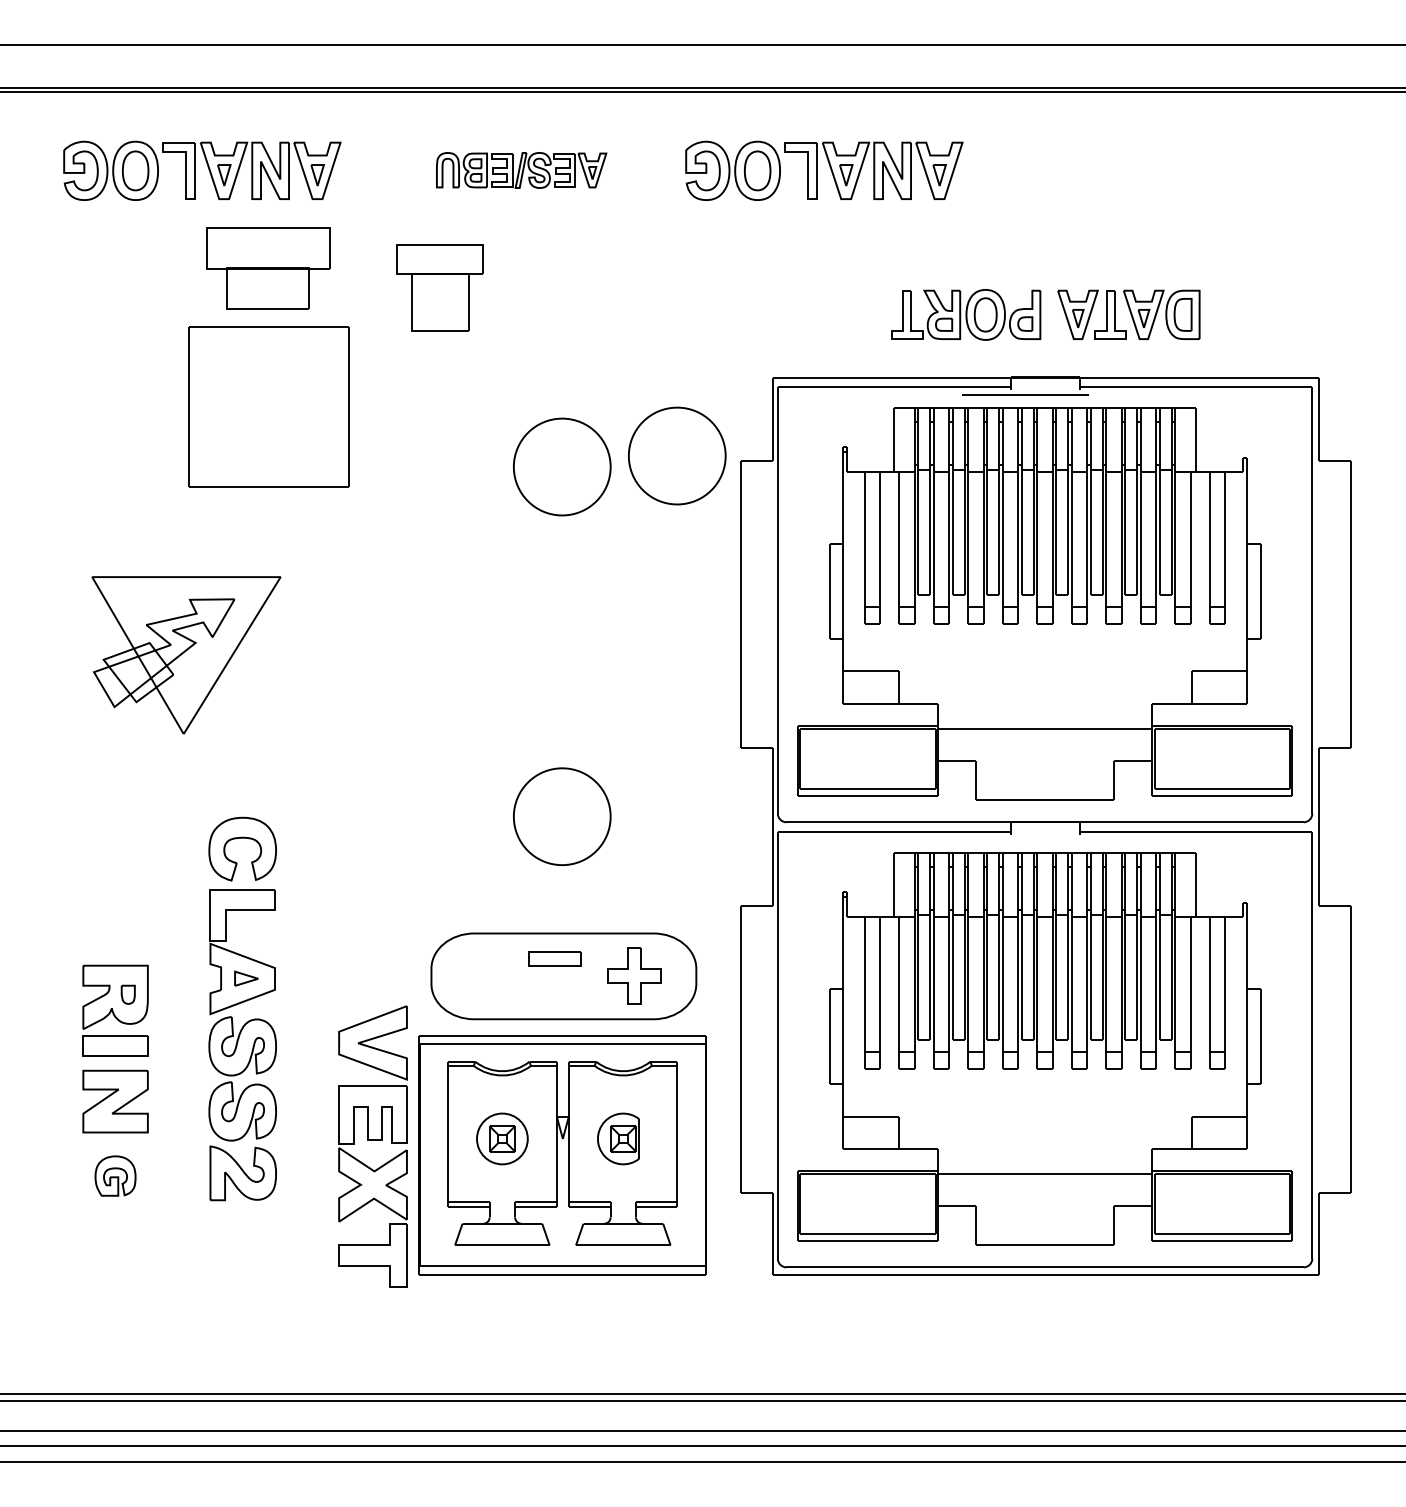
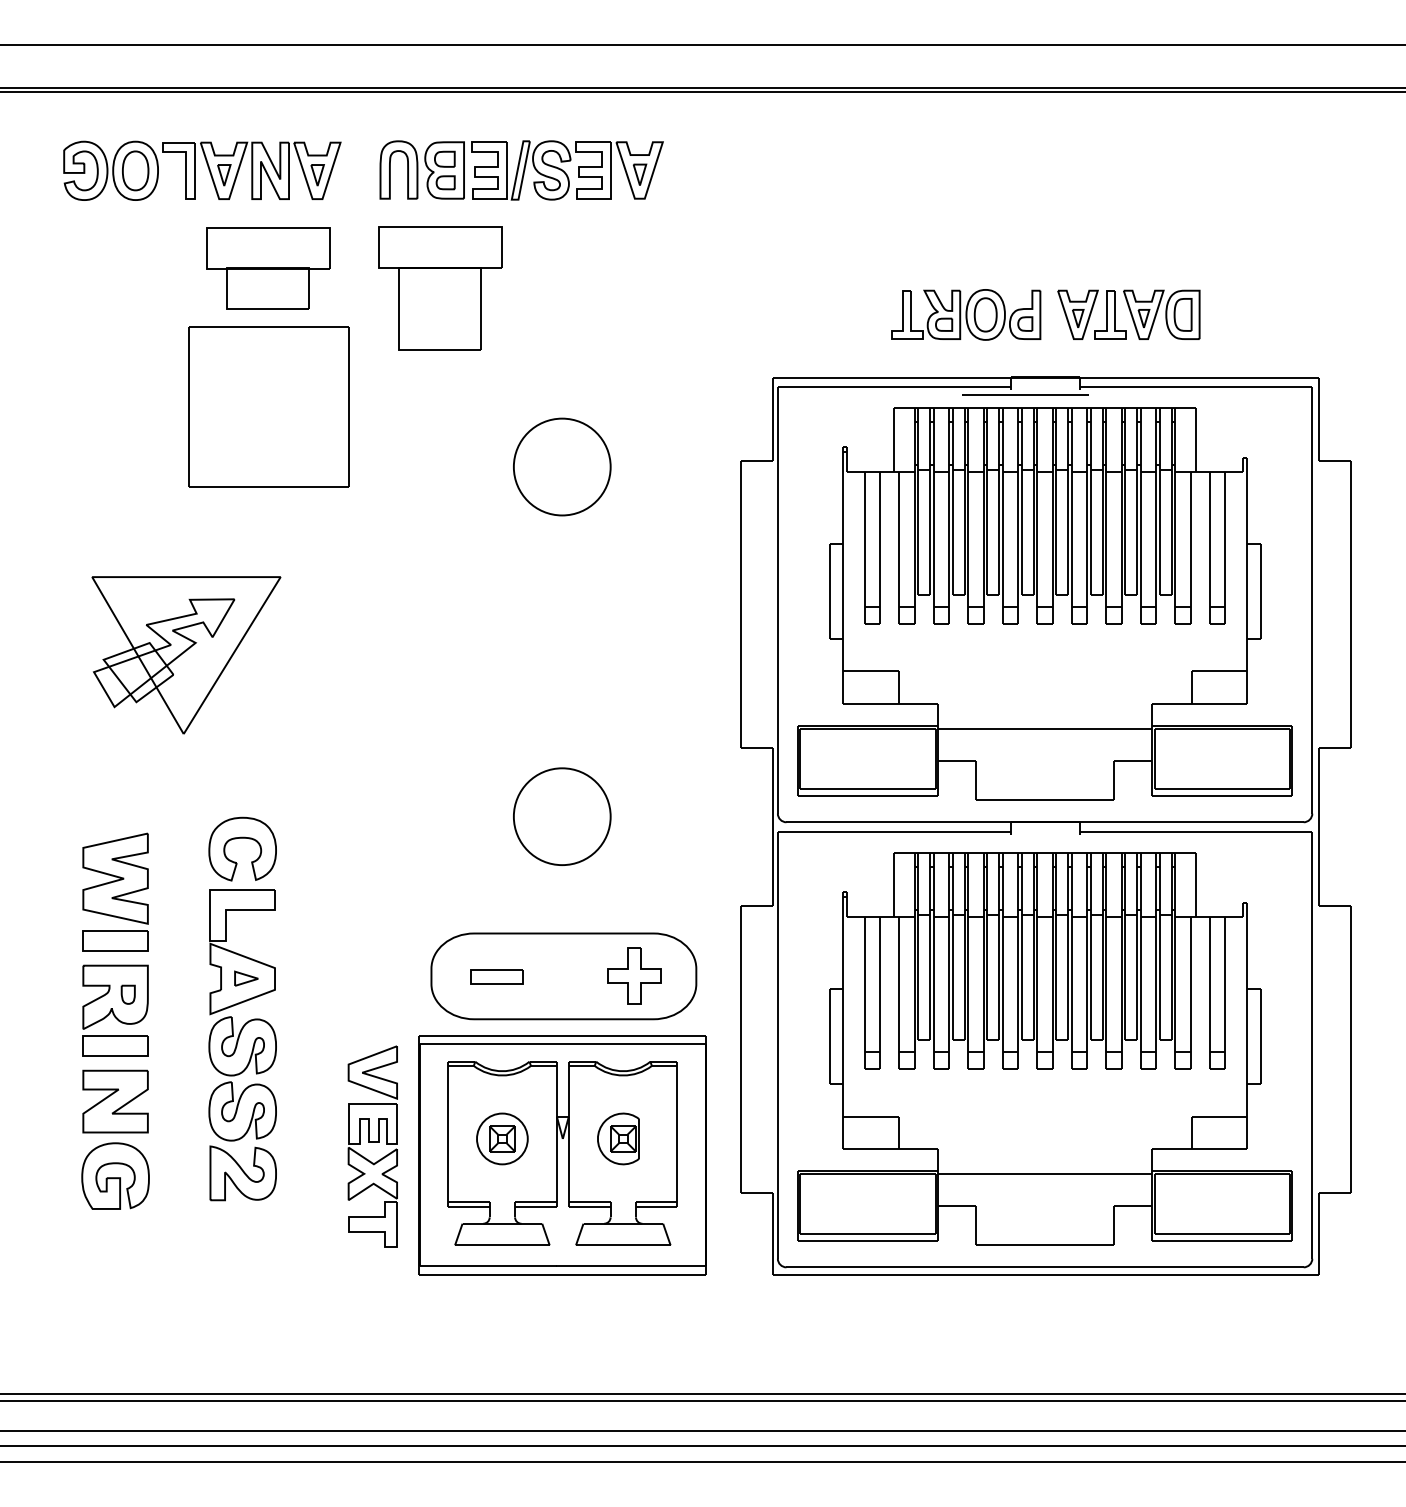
part at (521, 170) size: 172x37 px -> 285x61 px
part at (824, 170): present -> none
part at (439, 287) size: 88x88 px -> 125x125 px
part at (677, 455): present -> none
part at (115, 891): none -> present
part at (554, 958) position: (554, 958) -> (496, 976)
part at (372, 1146) size: 70x283 px -> 51x203 px
part at (115, 1175) size: 43x42 px -> 69x68 px
